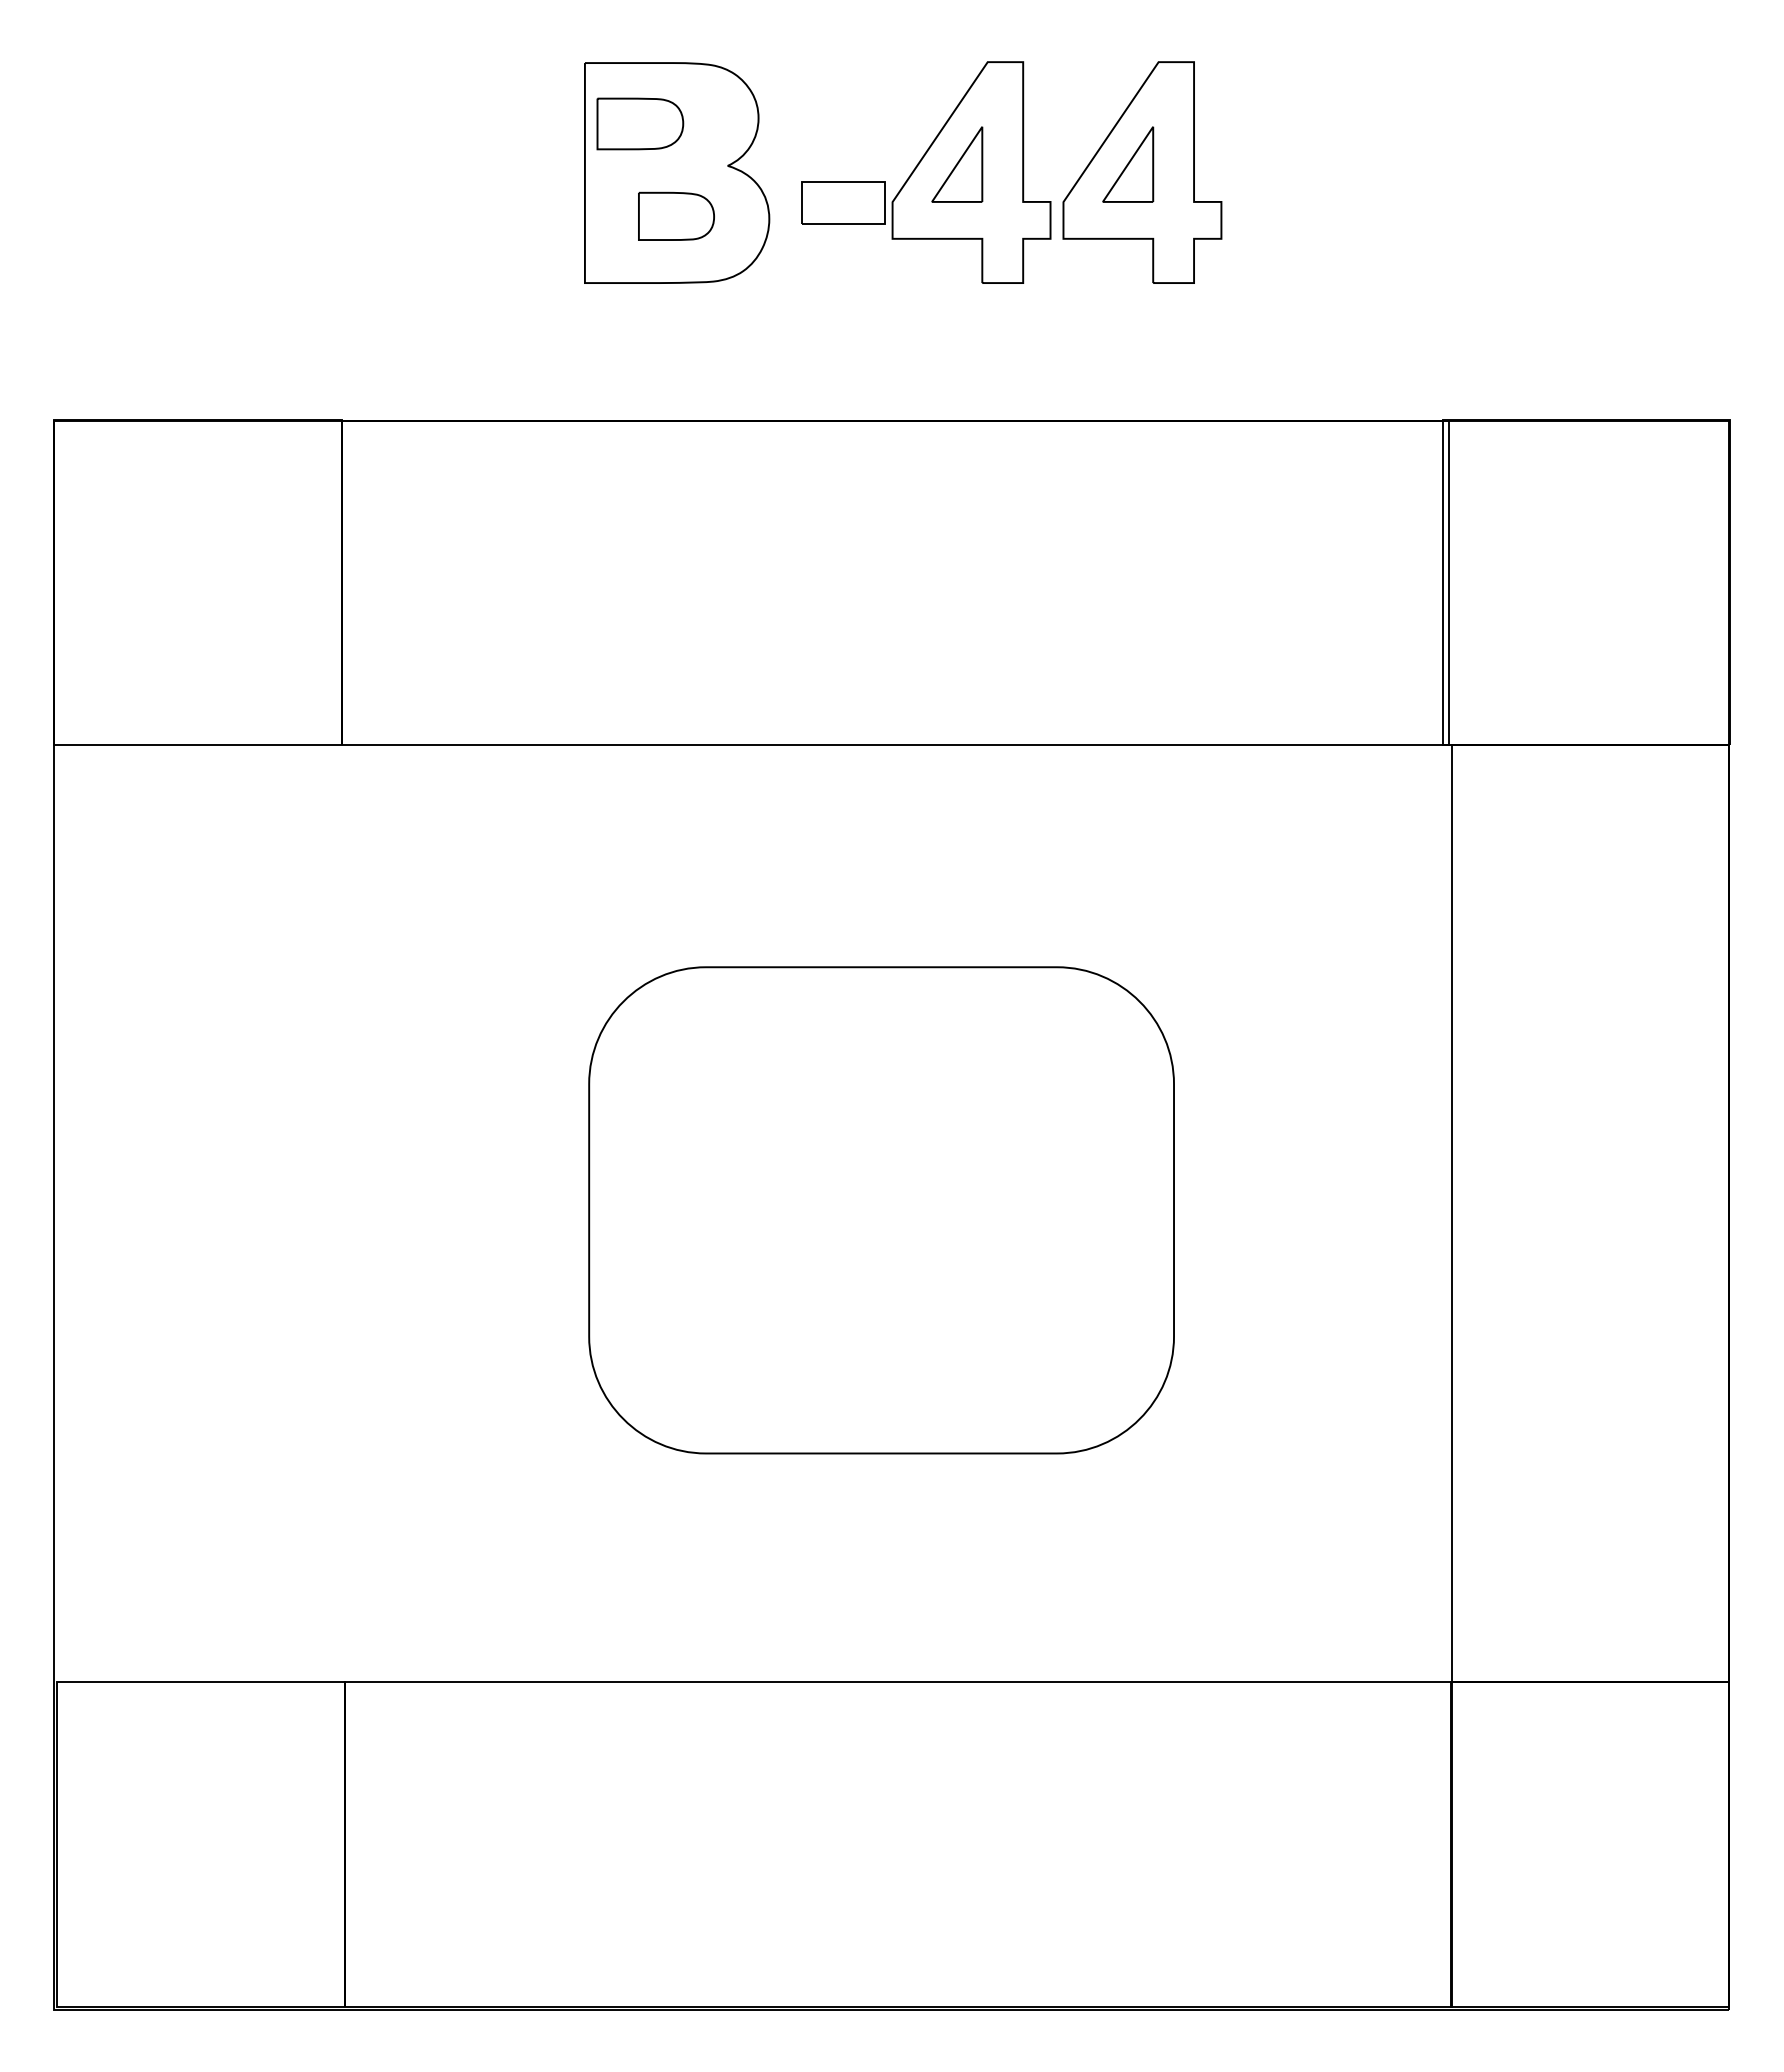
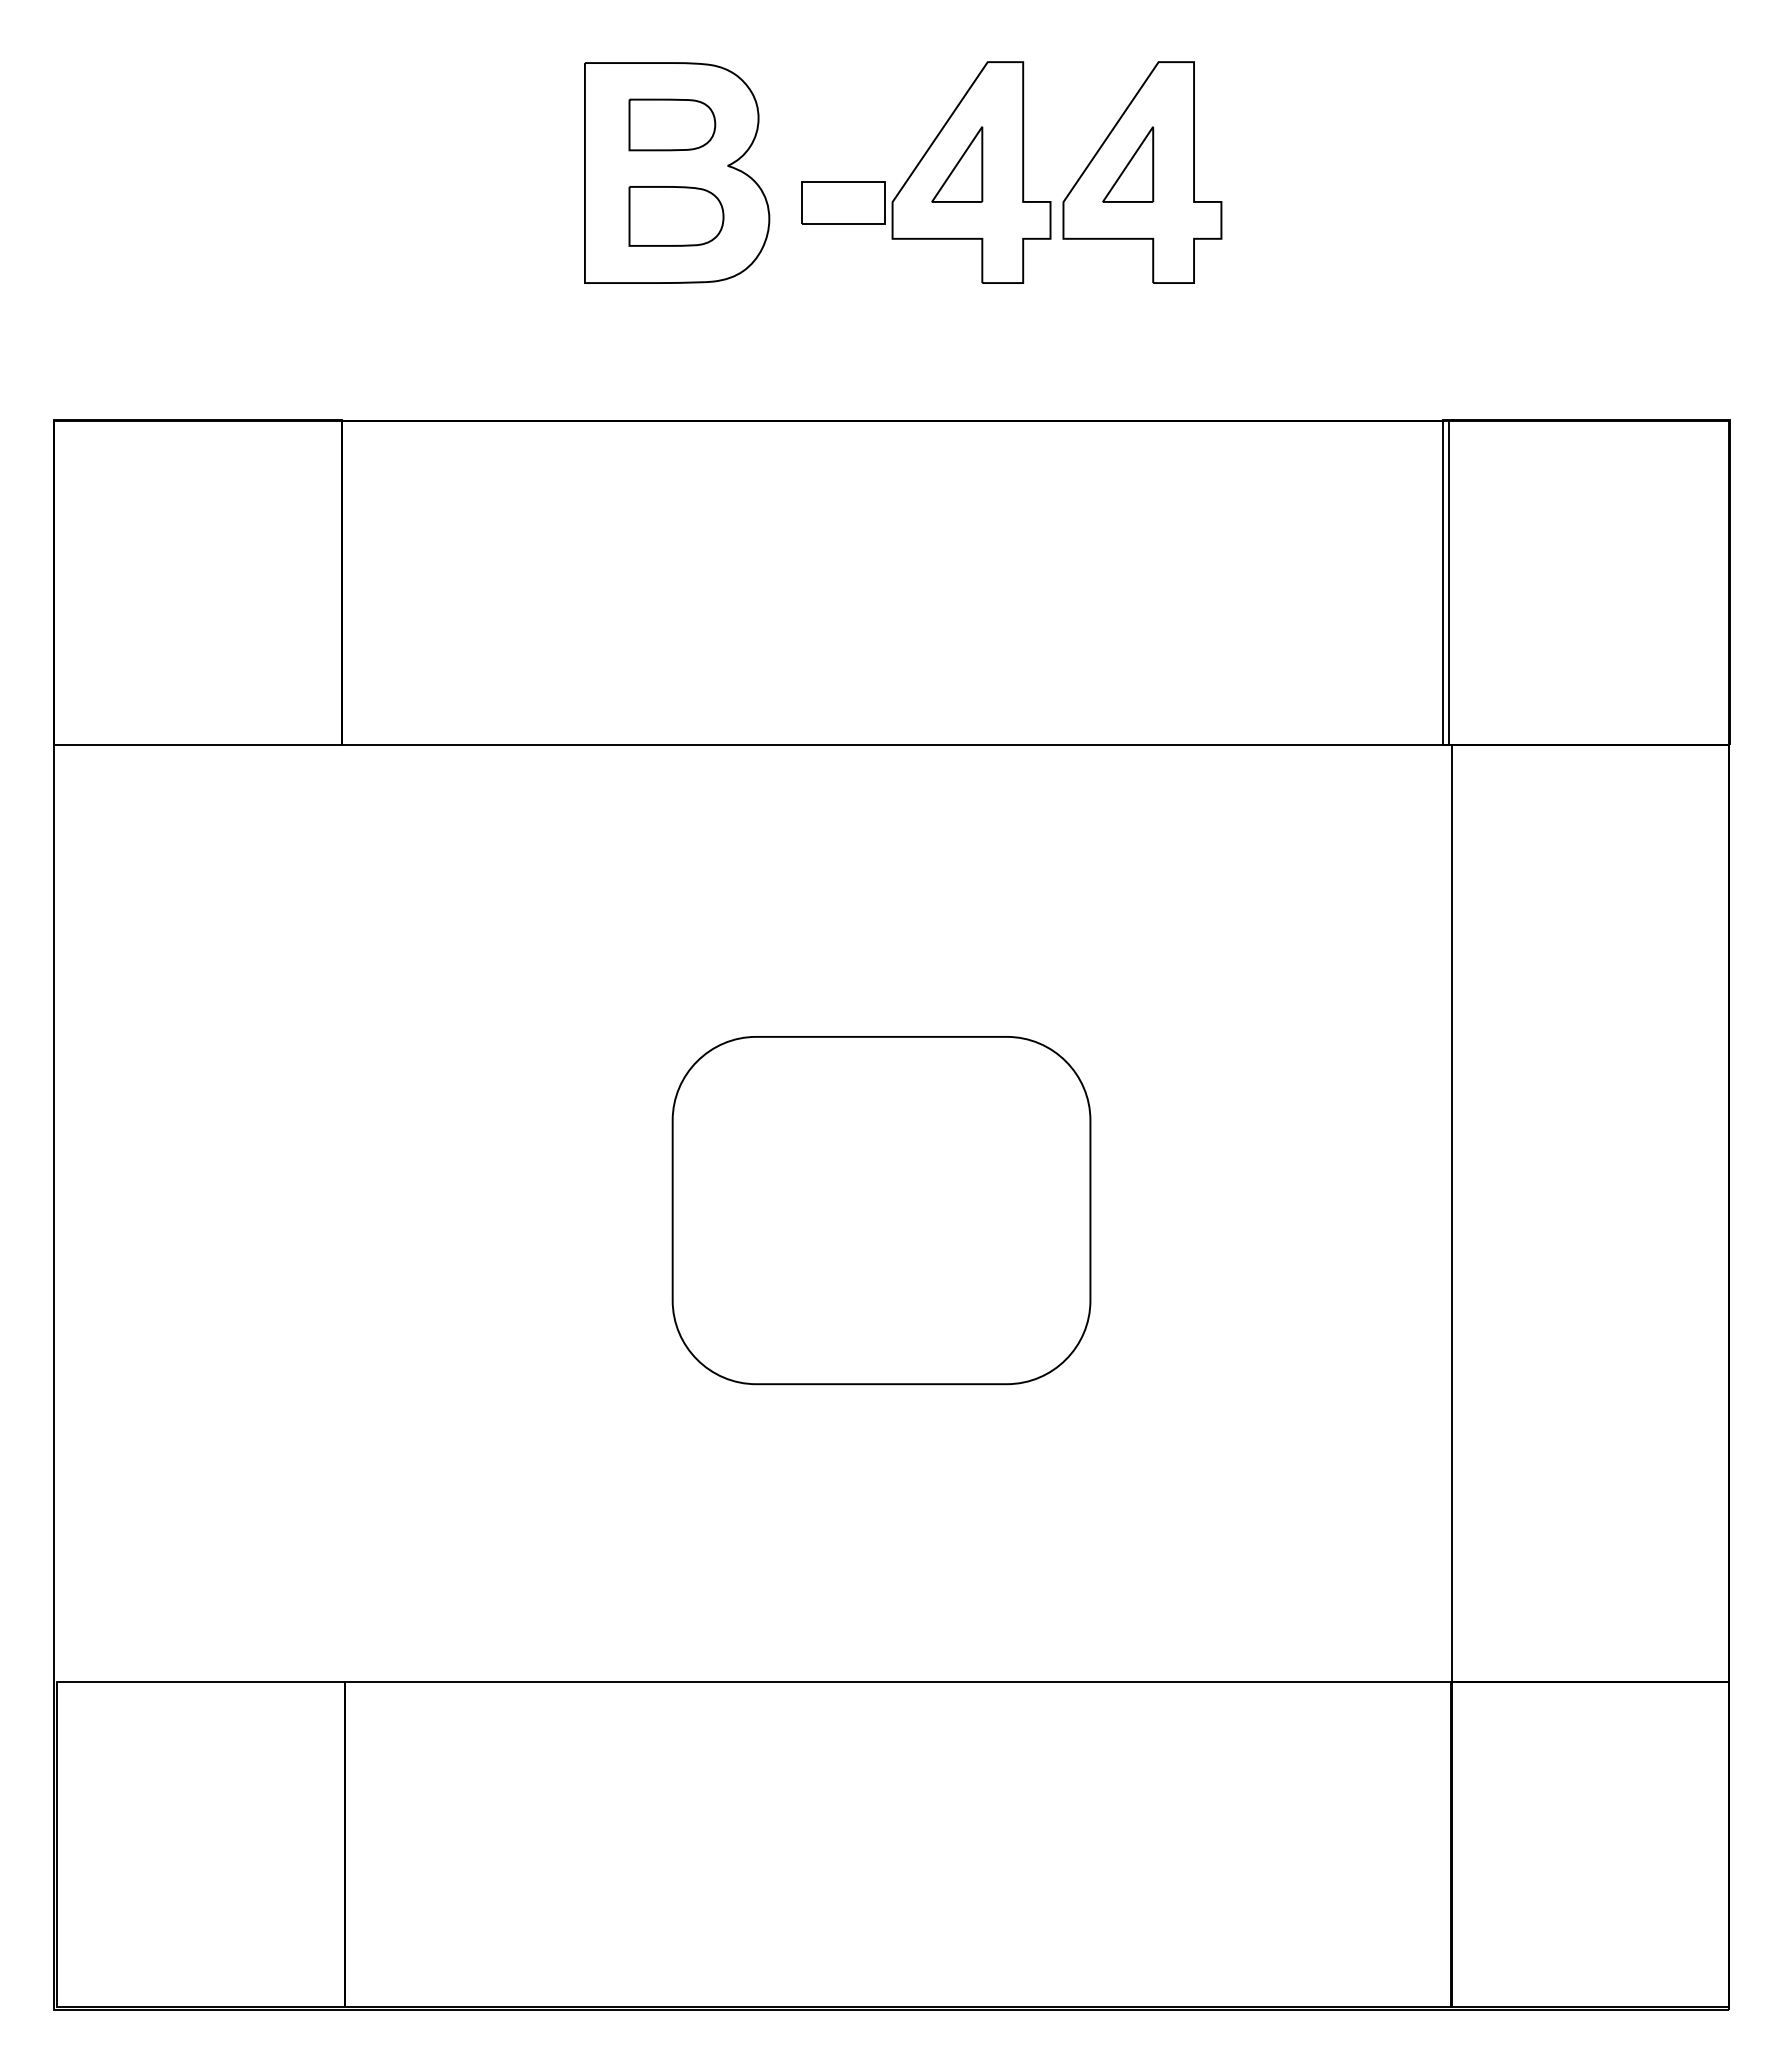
part at (640, 123) position: (640, 123) -> (672, 124)
part at (676, 215) size: 77x50 px -> 97x61 px
part at (881, 1210) size: 587x489 px -> 421x350 px
